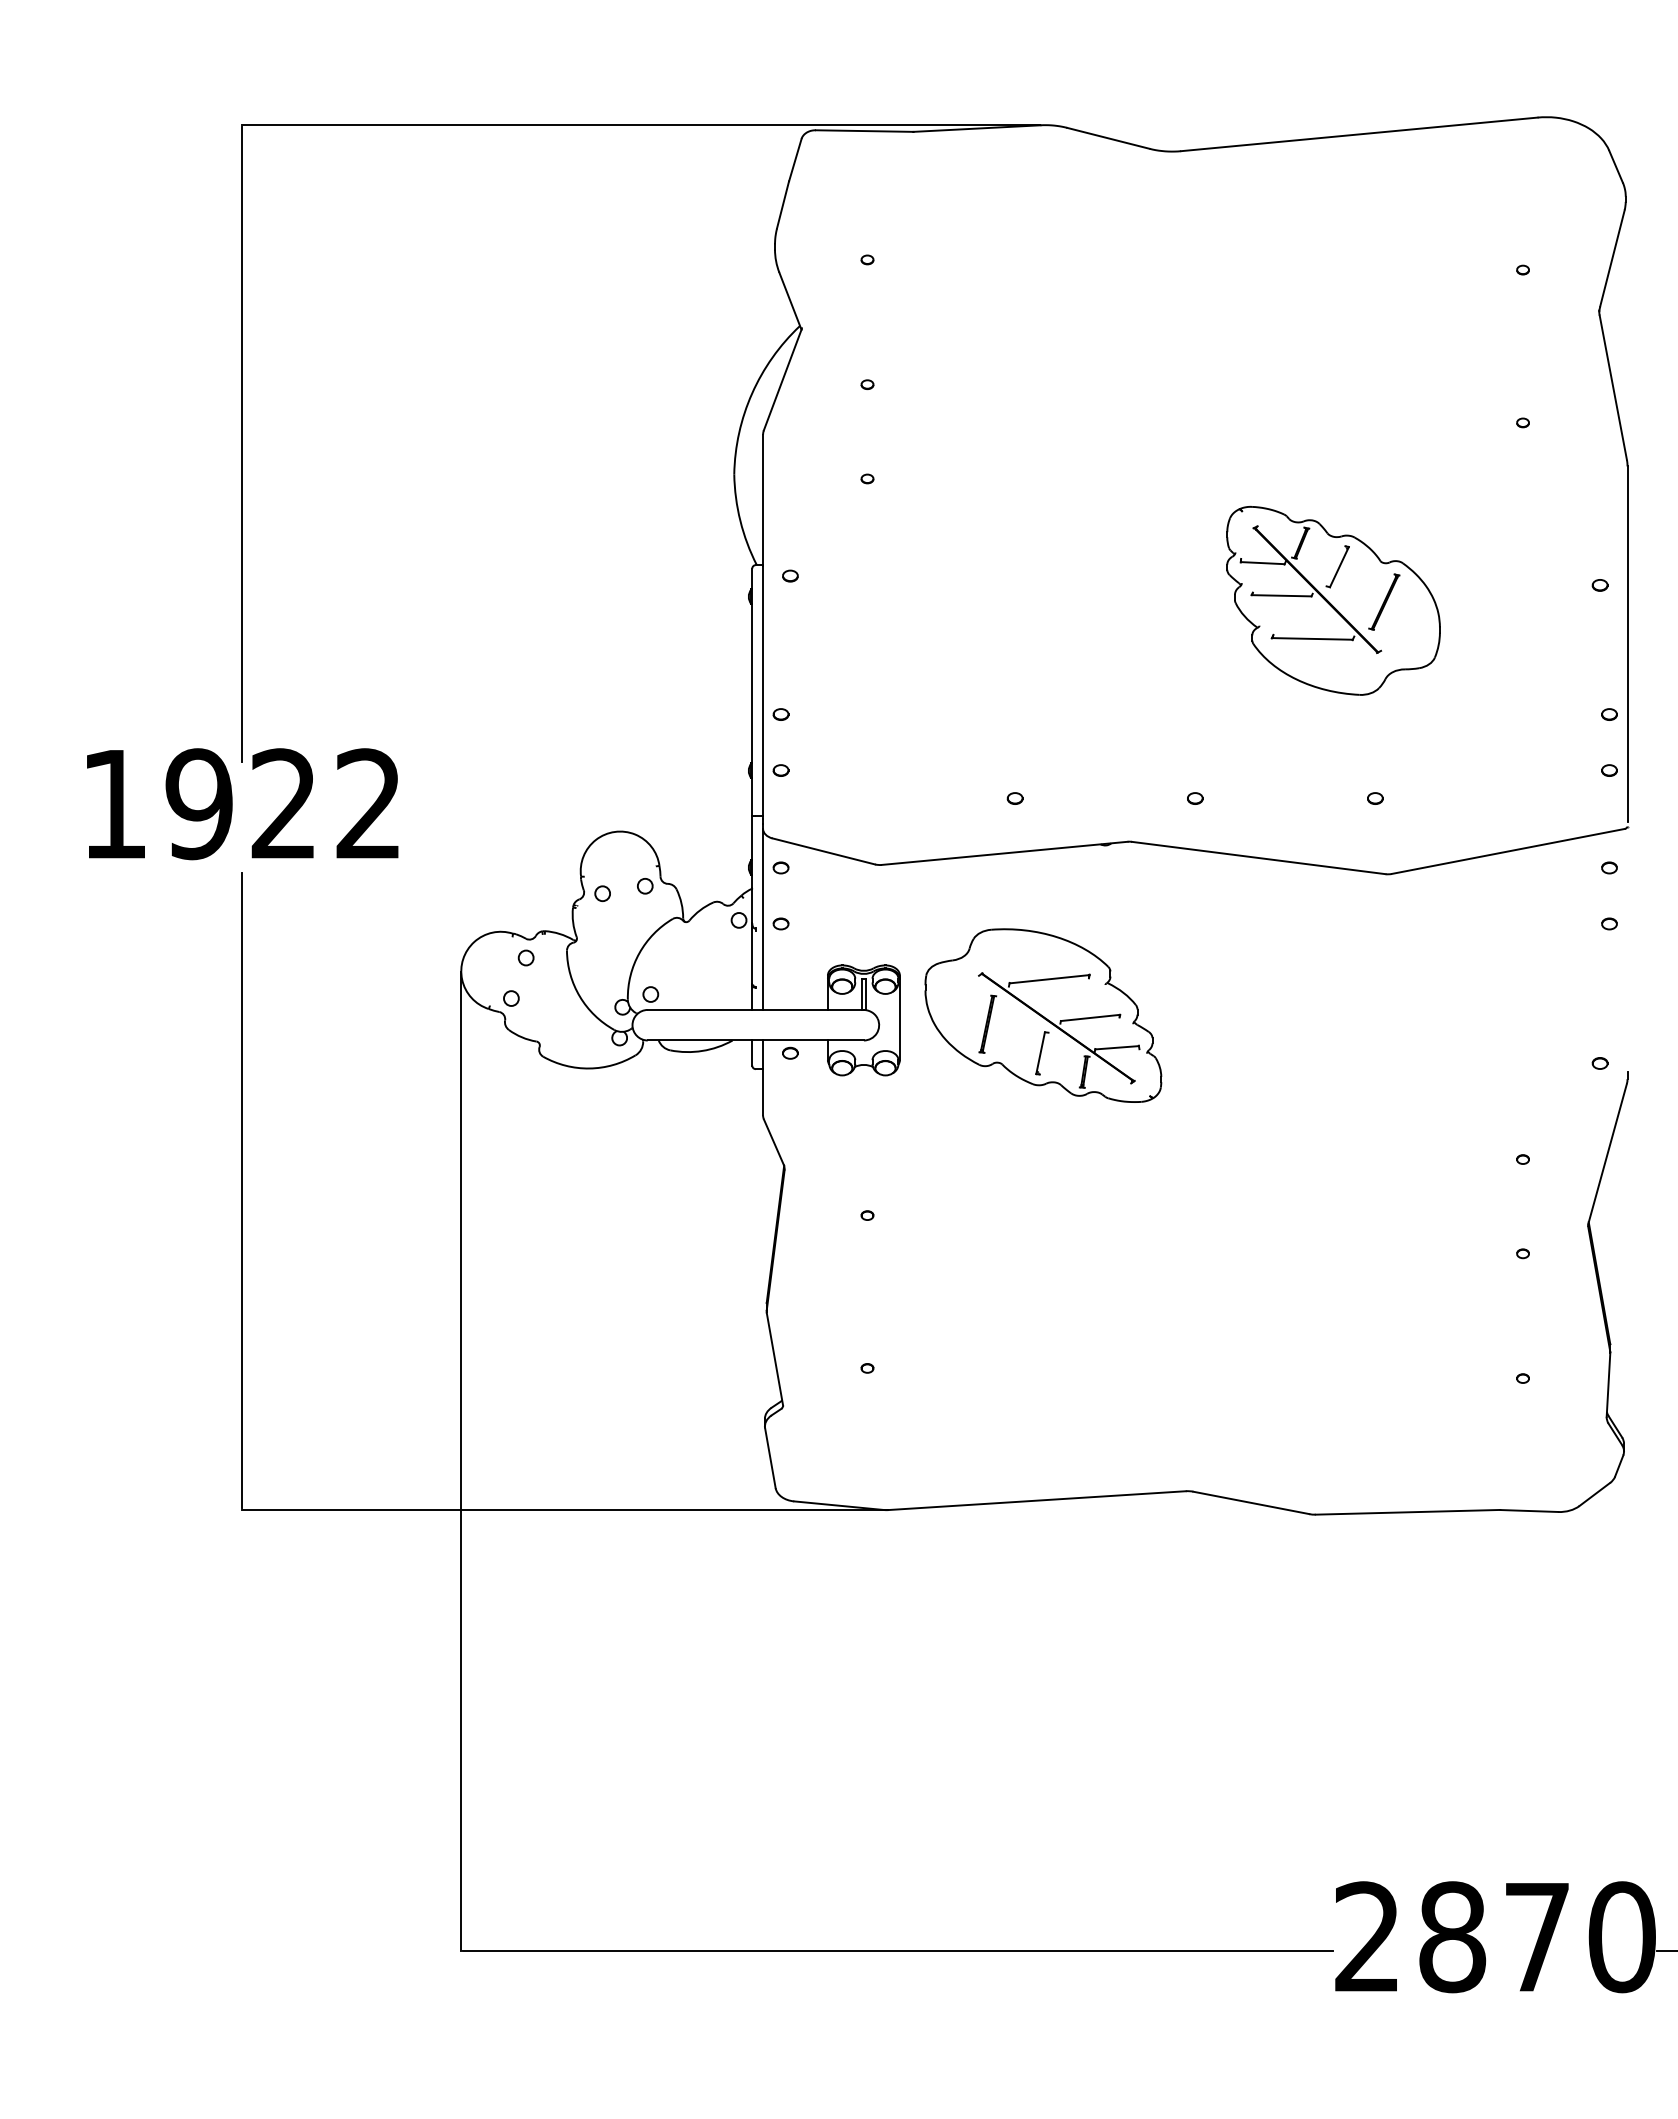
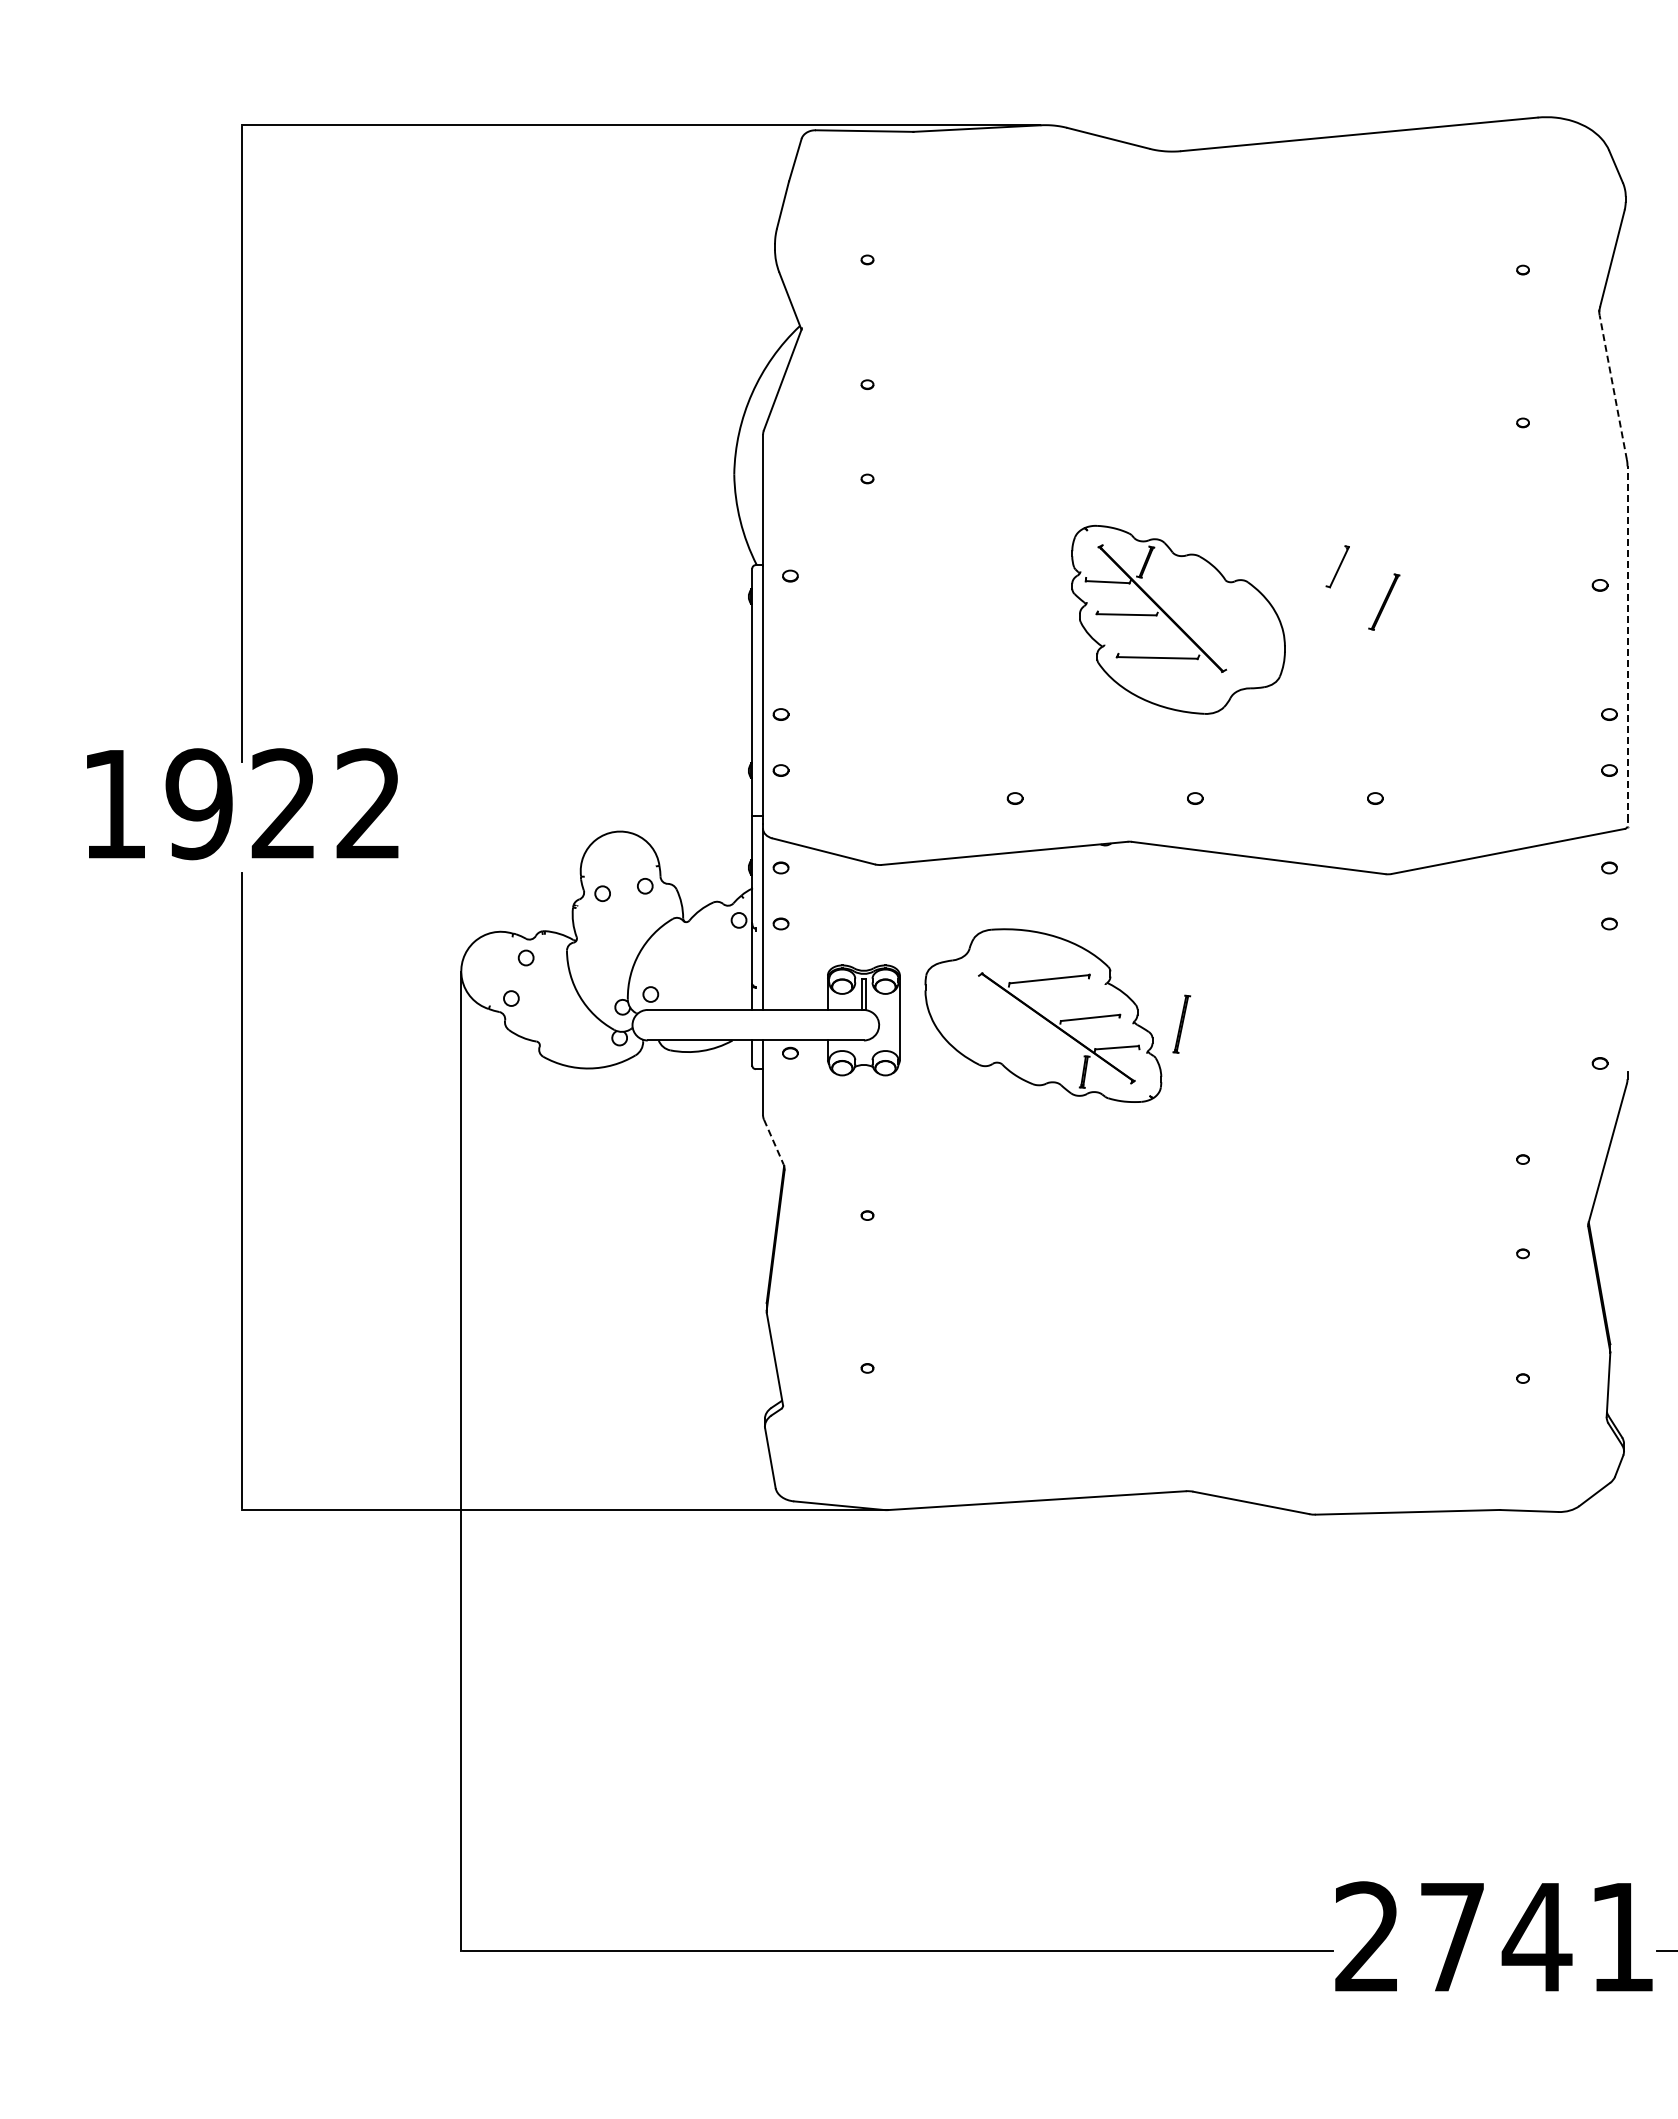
line at (1613, 387): solid -> dashed
part at (1333, 600) position: (1333, 600) -> (1178, 619)
line at (1627, 643): solid -> dashed
part at (987, 1023) position: (987, 1023) -> (1181, 1023)
part at (1042, 1053): present -> none
line at (774, 1142): solid -> dashed
text at (1537, 1937): 2870 -> 2741
